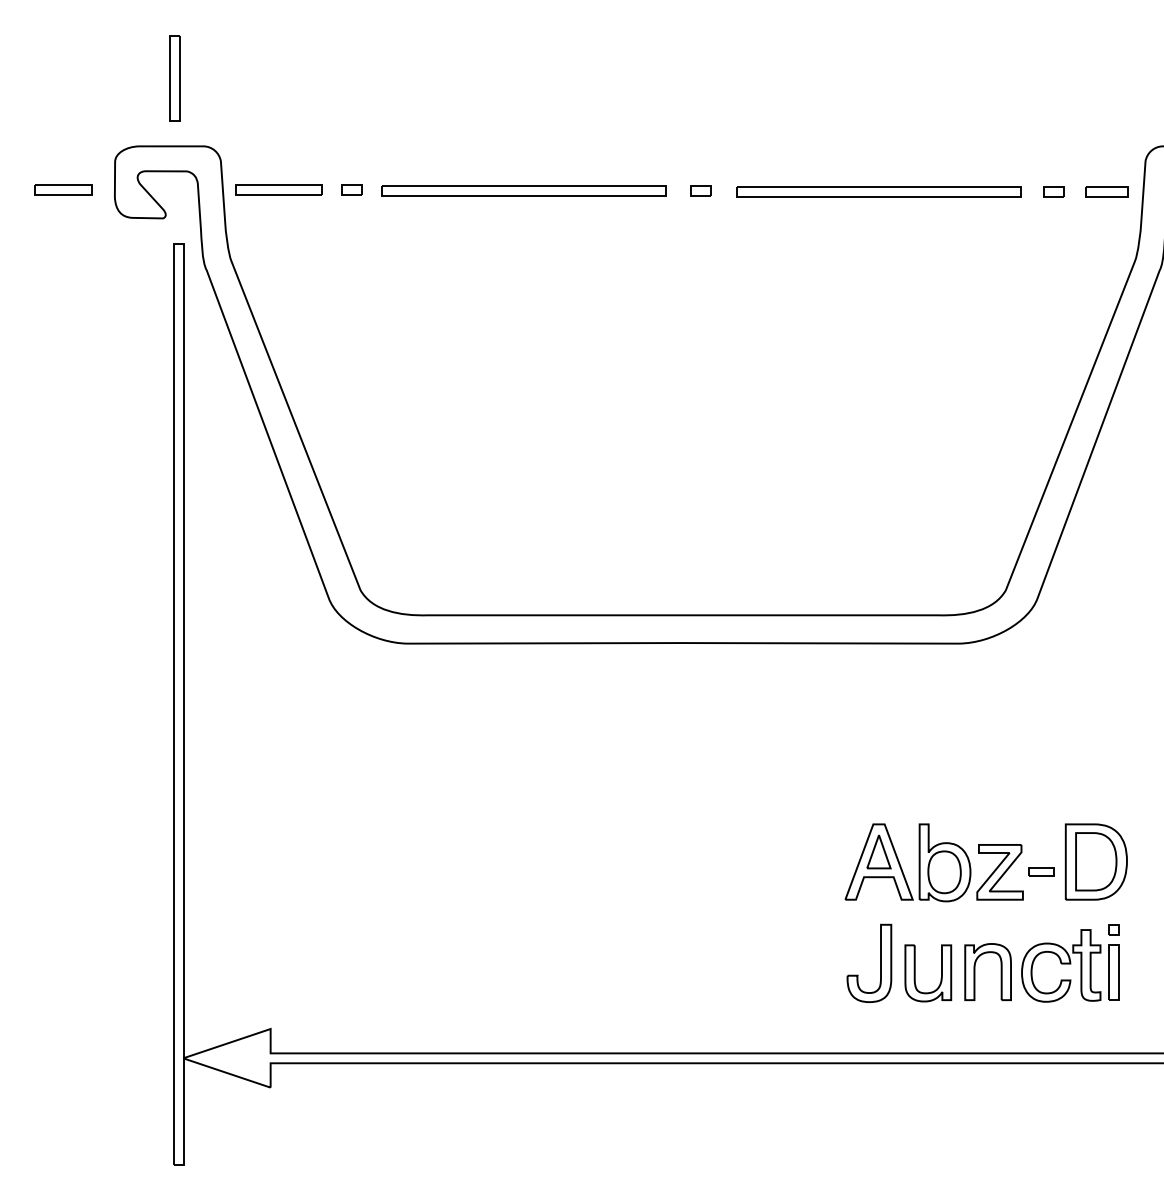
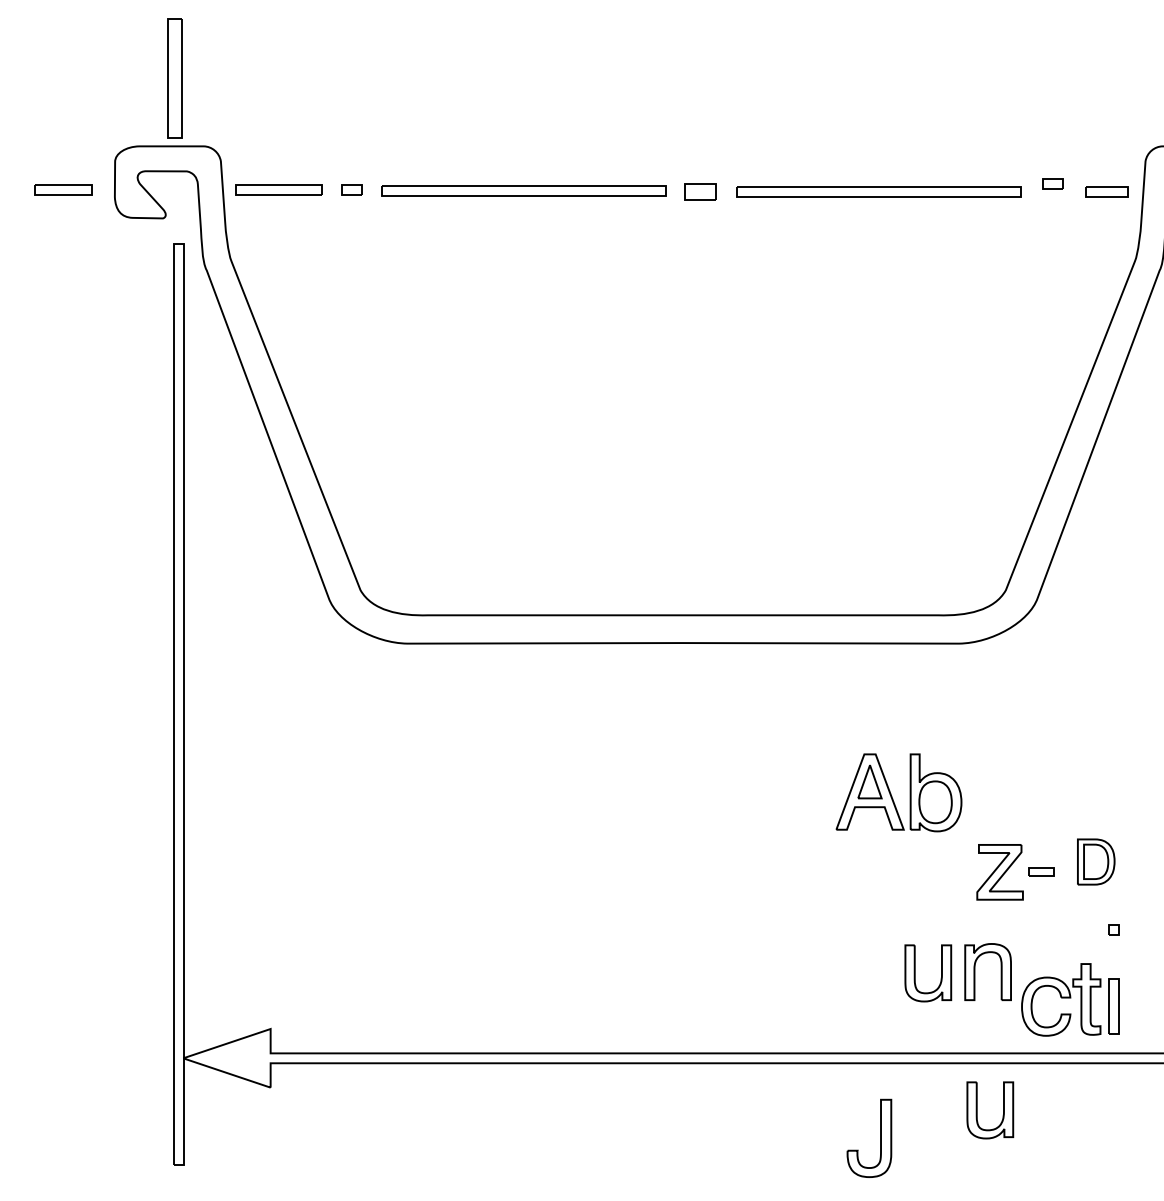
part at (174, 78) size: 12x87 px -> 16x121 px
part at (700, 190) size: 22x12 px -> 33x18 px
part at (1053, 191) position: (1053, 191) -> (1052, 183)
part at (1095, 861) size: 64x78 px -> 39x48 px
part at (900, 863) position: (900, 863) -> (891, 793)
part at (880, 962) position: (880, 962) -> (880, 1137)
part at (1070, 965) position: (1070, 965) -> (1070, 999)
part at (977, 1110): none -> present
